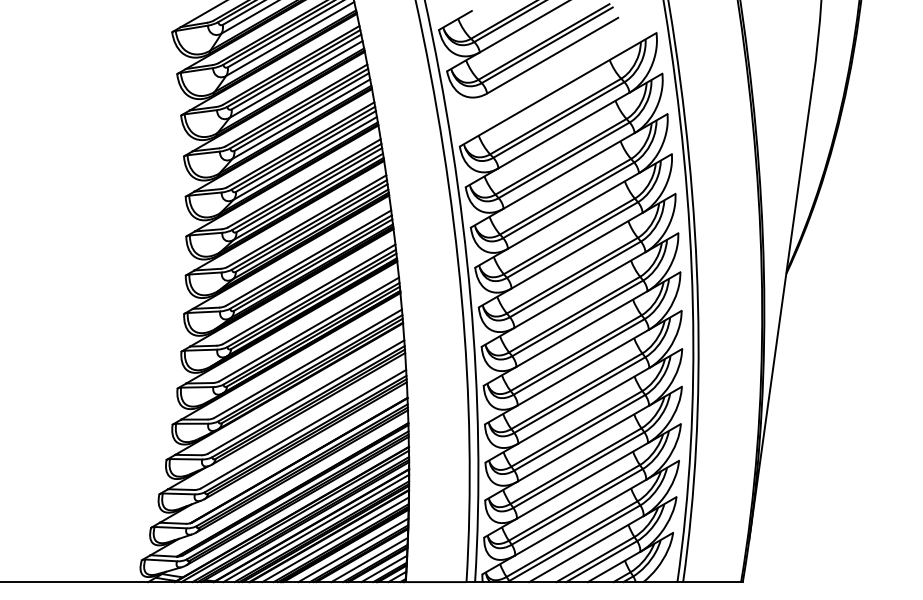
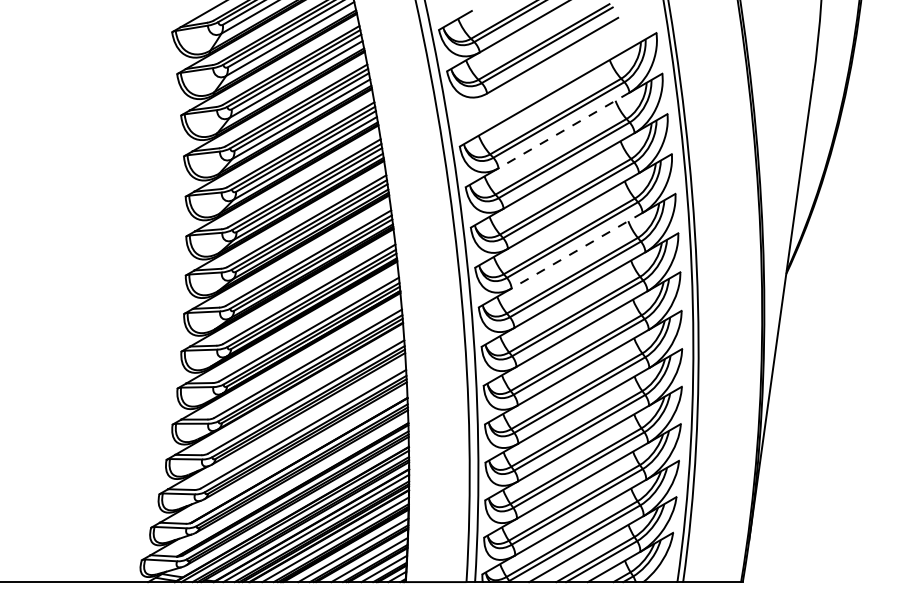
line at (564, 130): solid -> dashed
line at (577, 250): solid -> dashed
